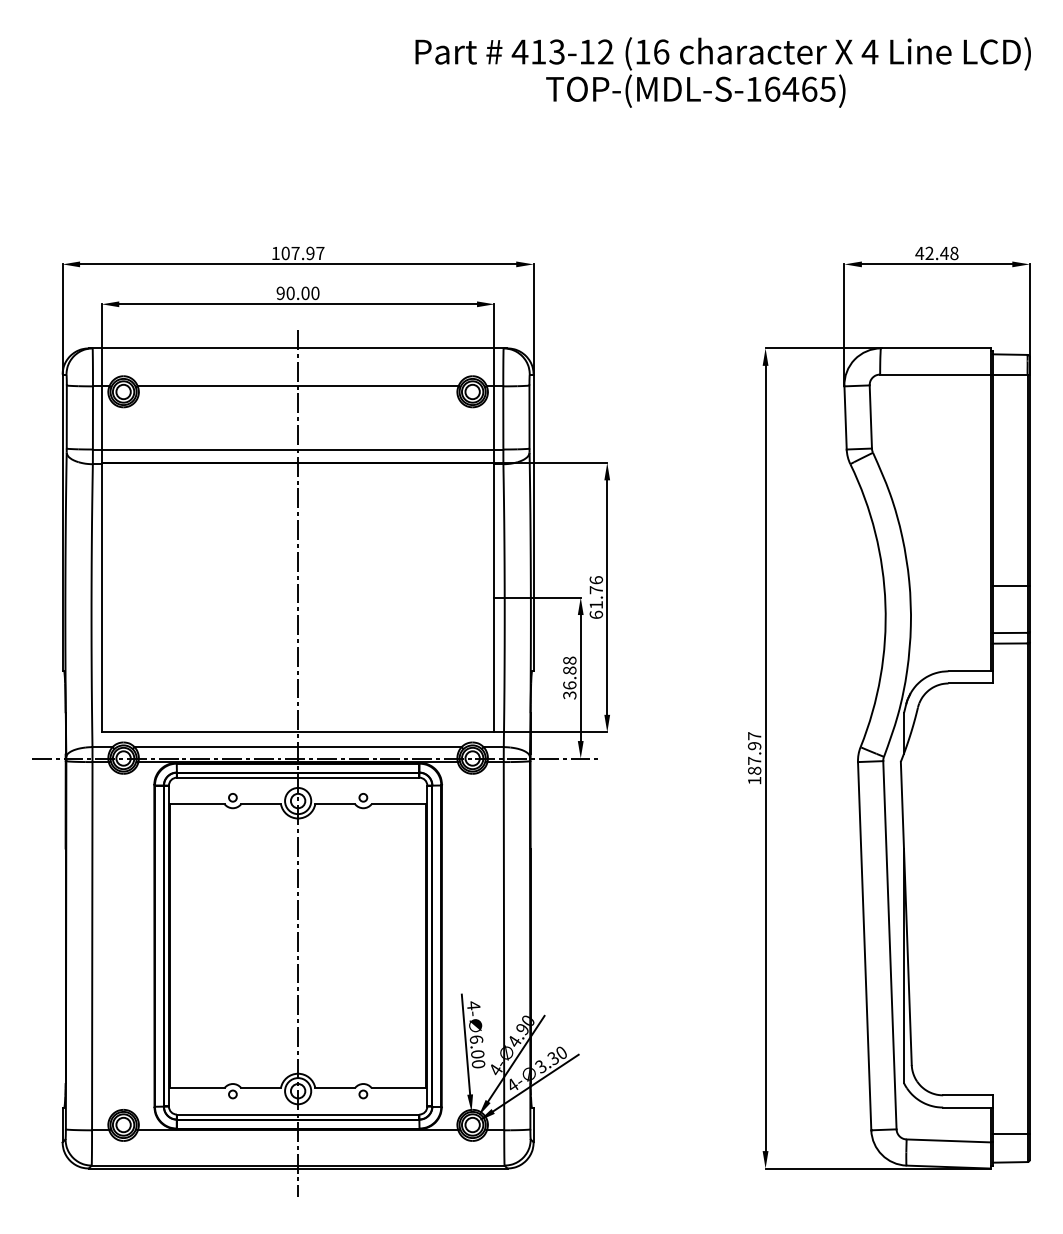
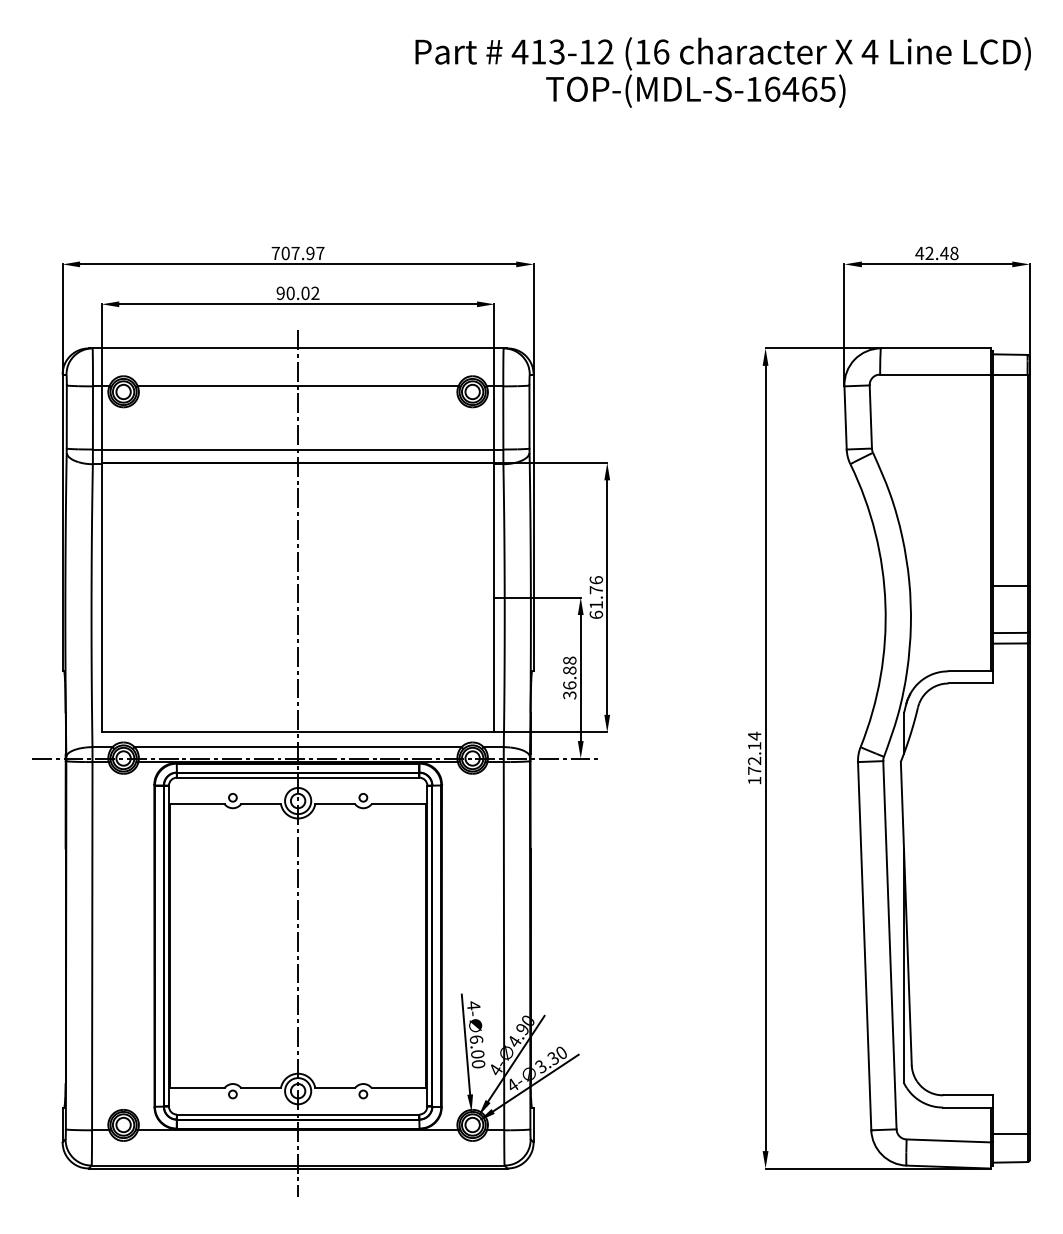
text at (275, 253): 107.97 -> 707.97
text at (315, 293): 90.00 -> 90.02
text at (754, 752): 187.97 -> 172.14
